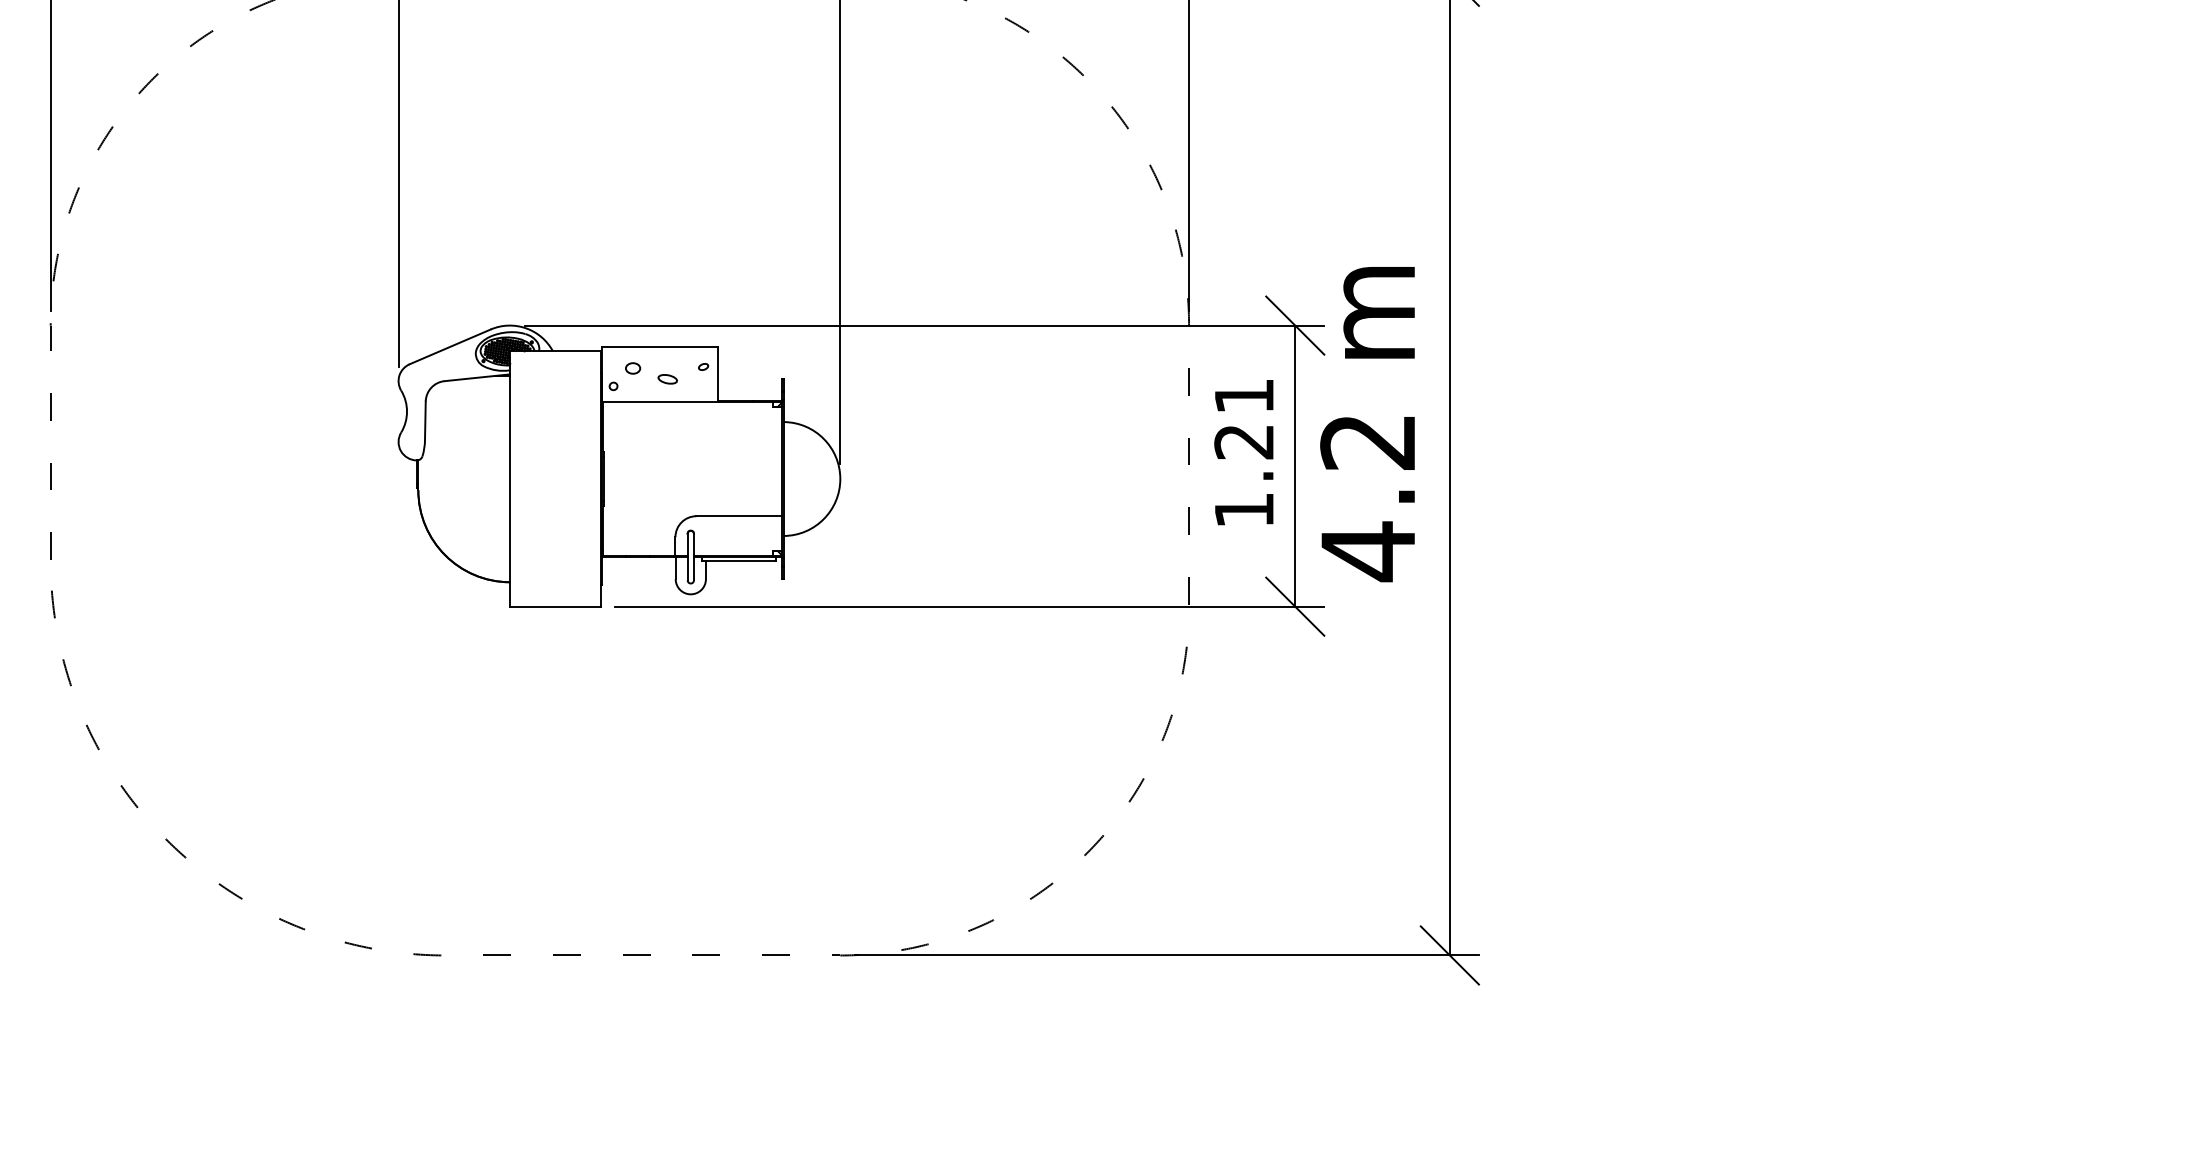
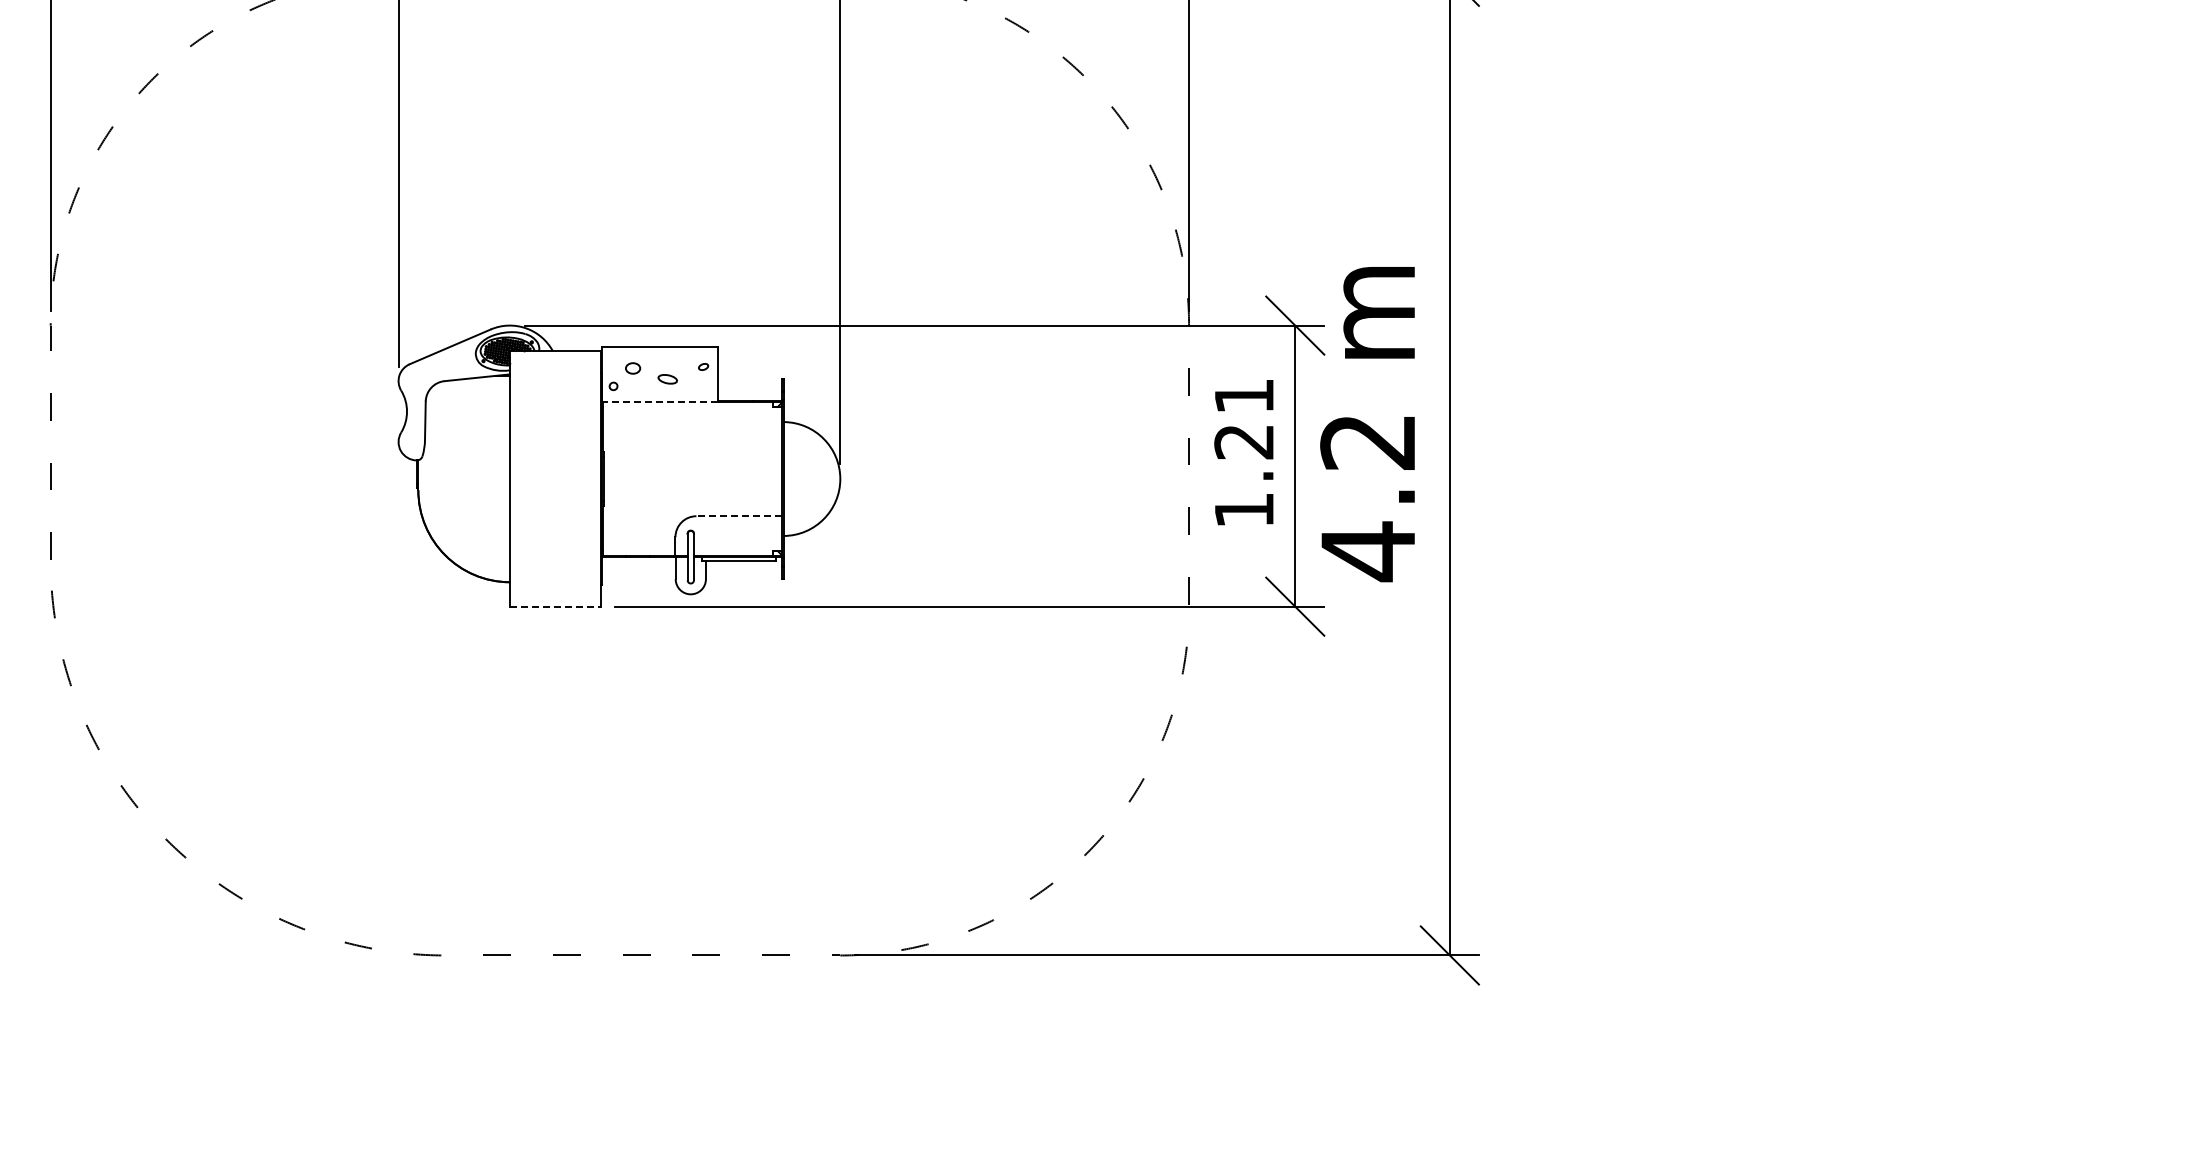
line at (660, 402): solid -> dashed
line at (738, 516): solid -> dashed
line at (556, 606): solid -> dashed
